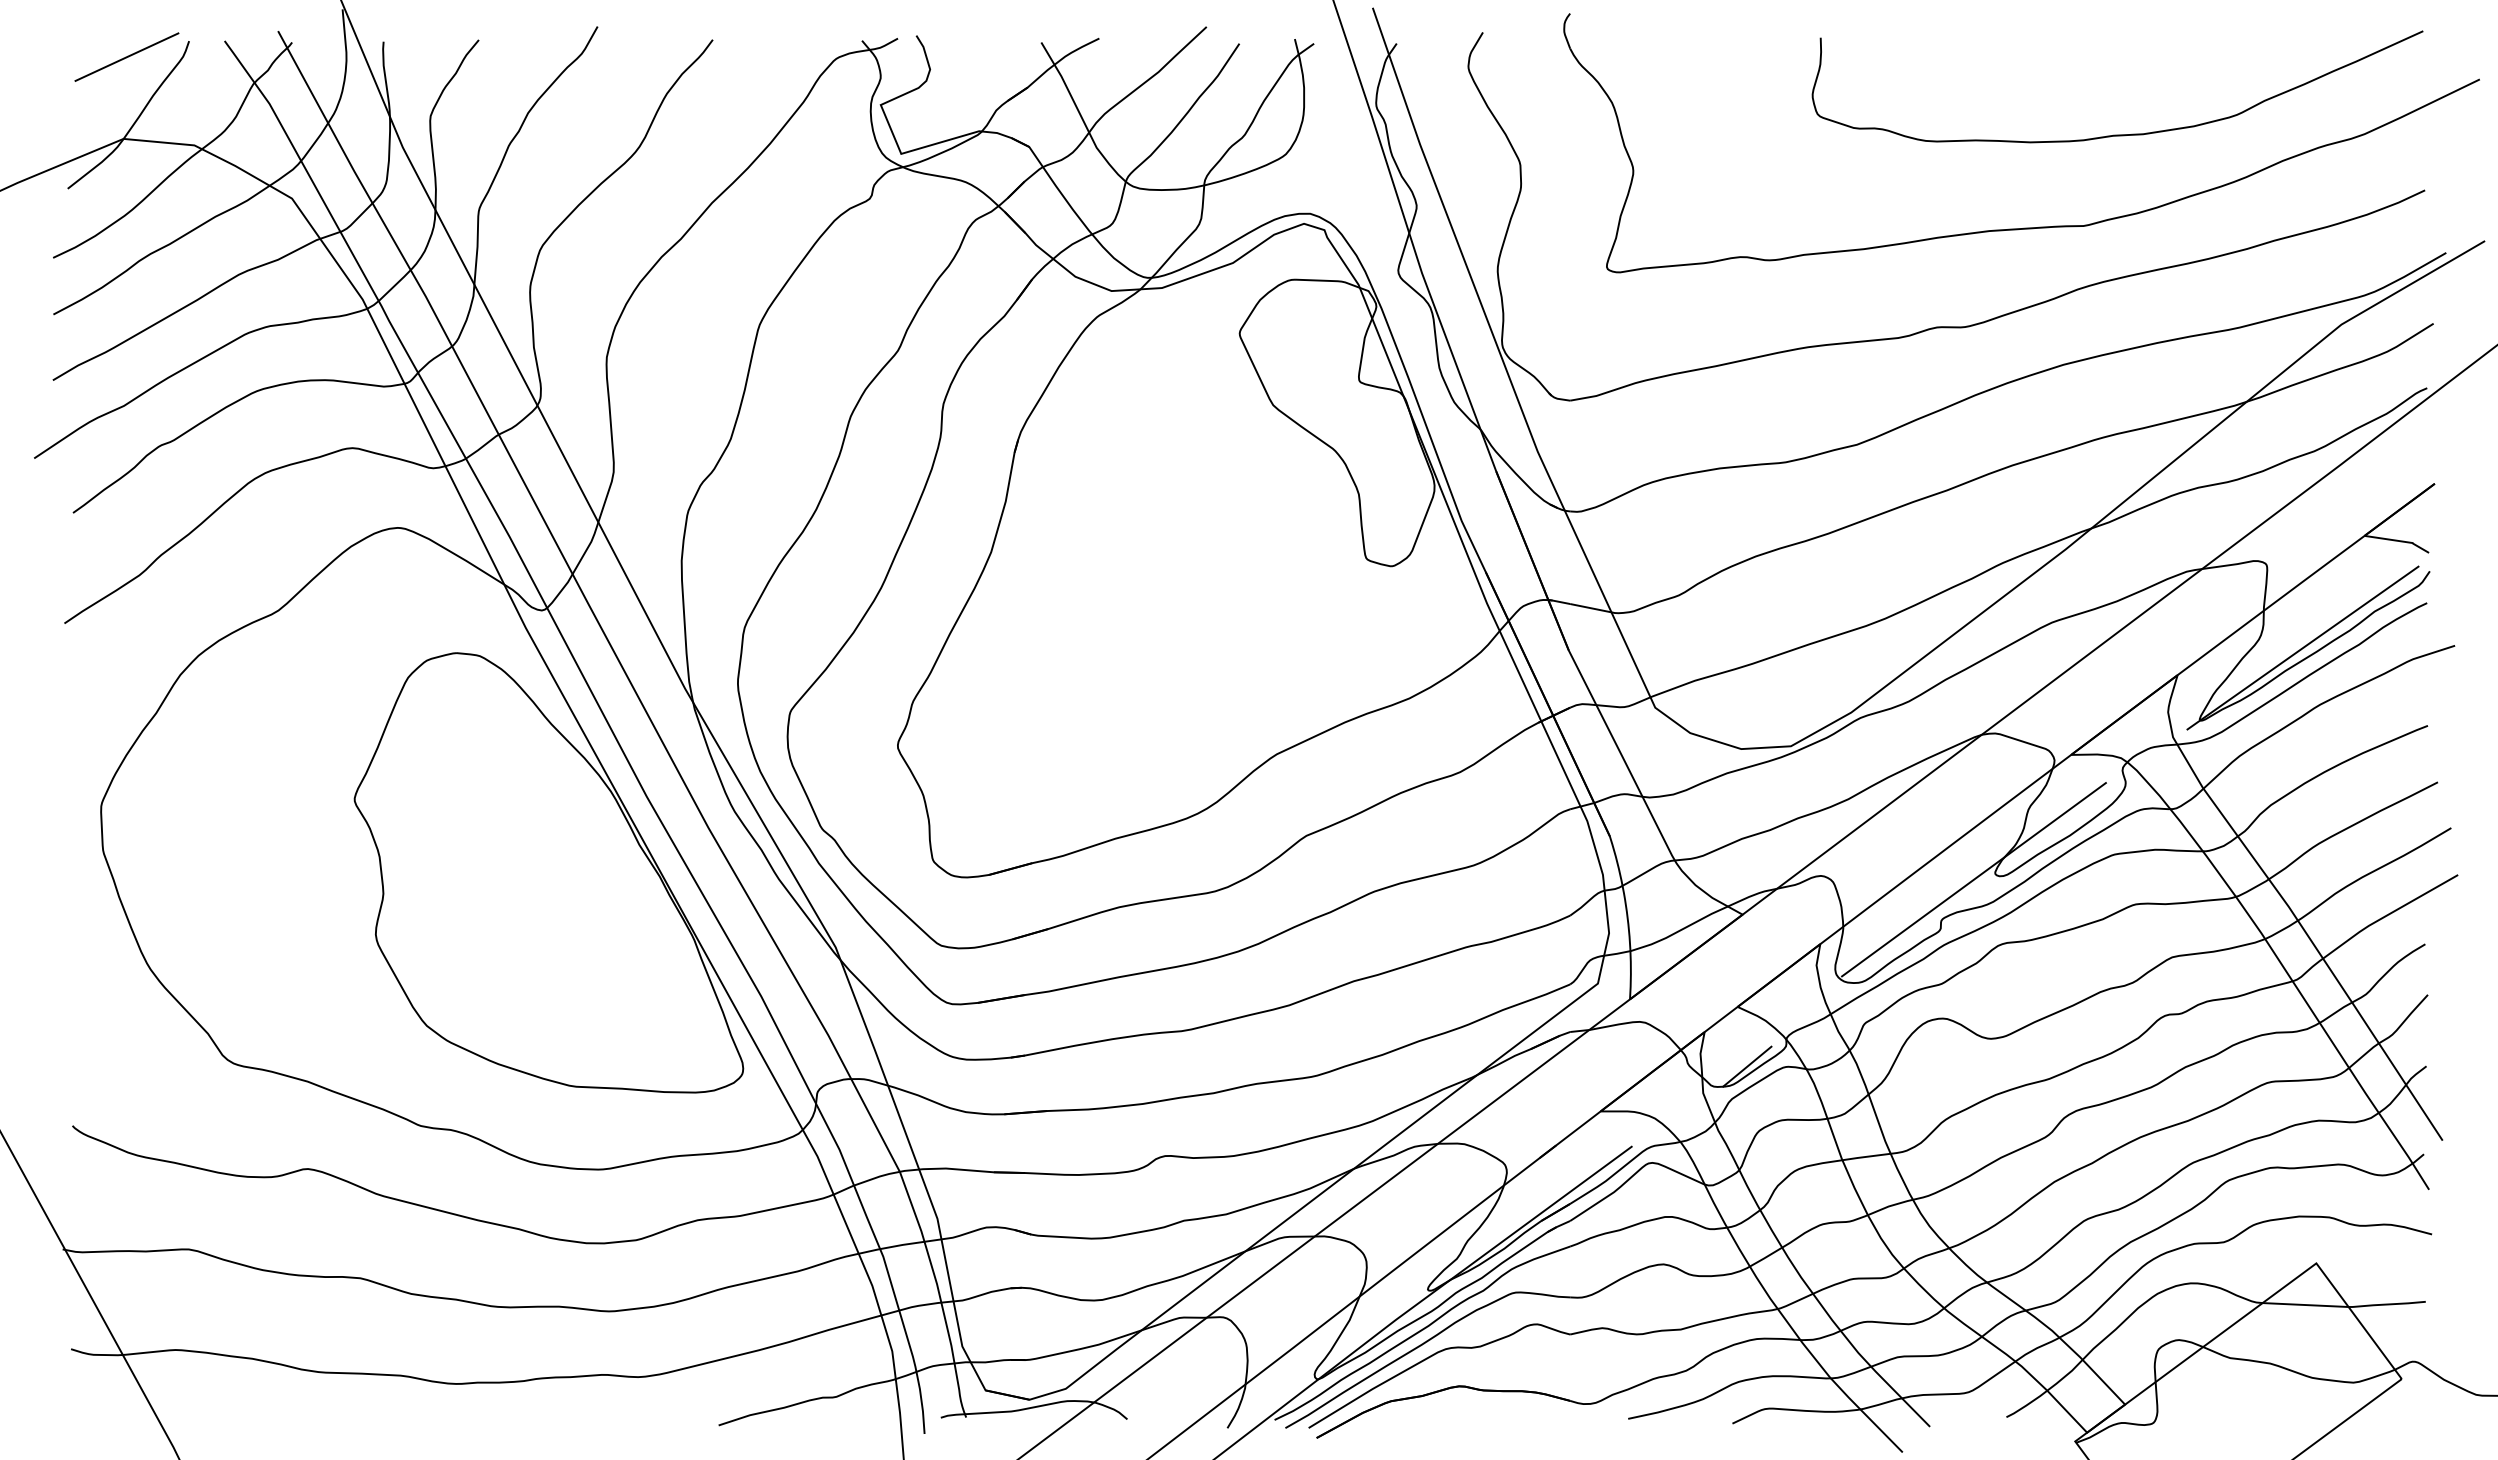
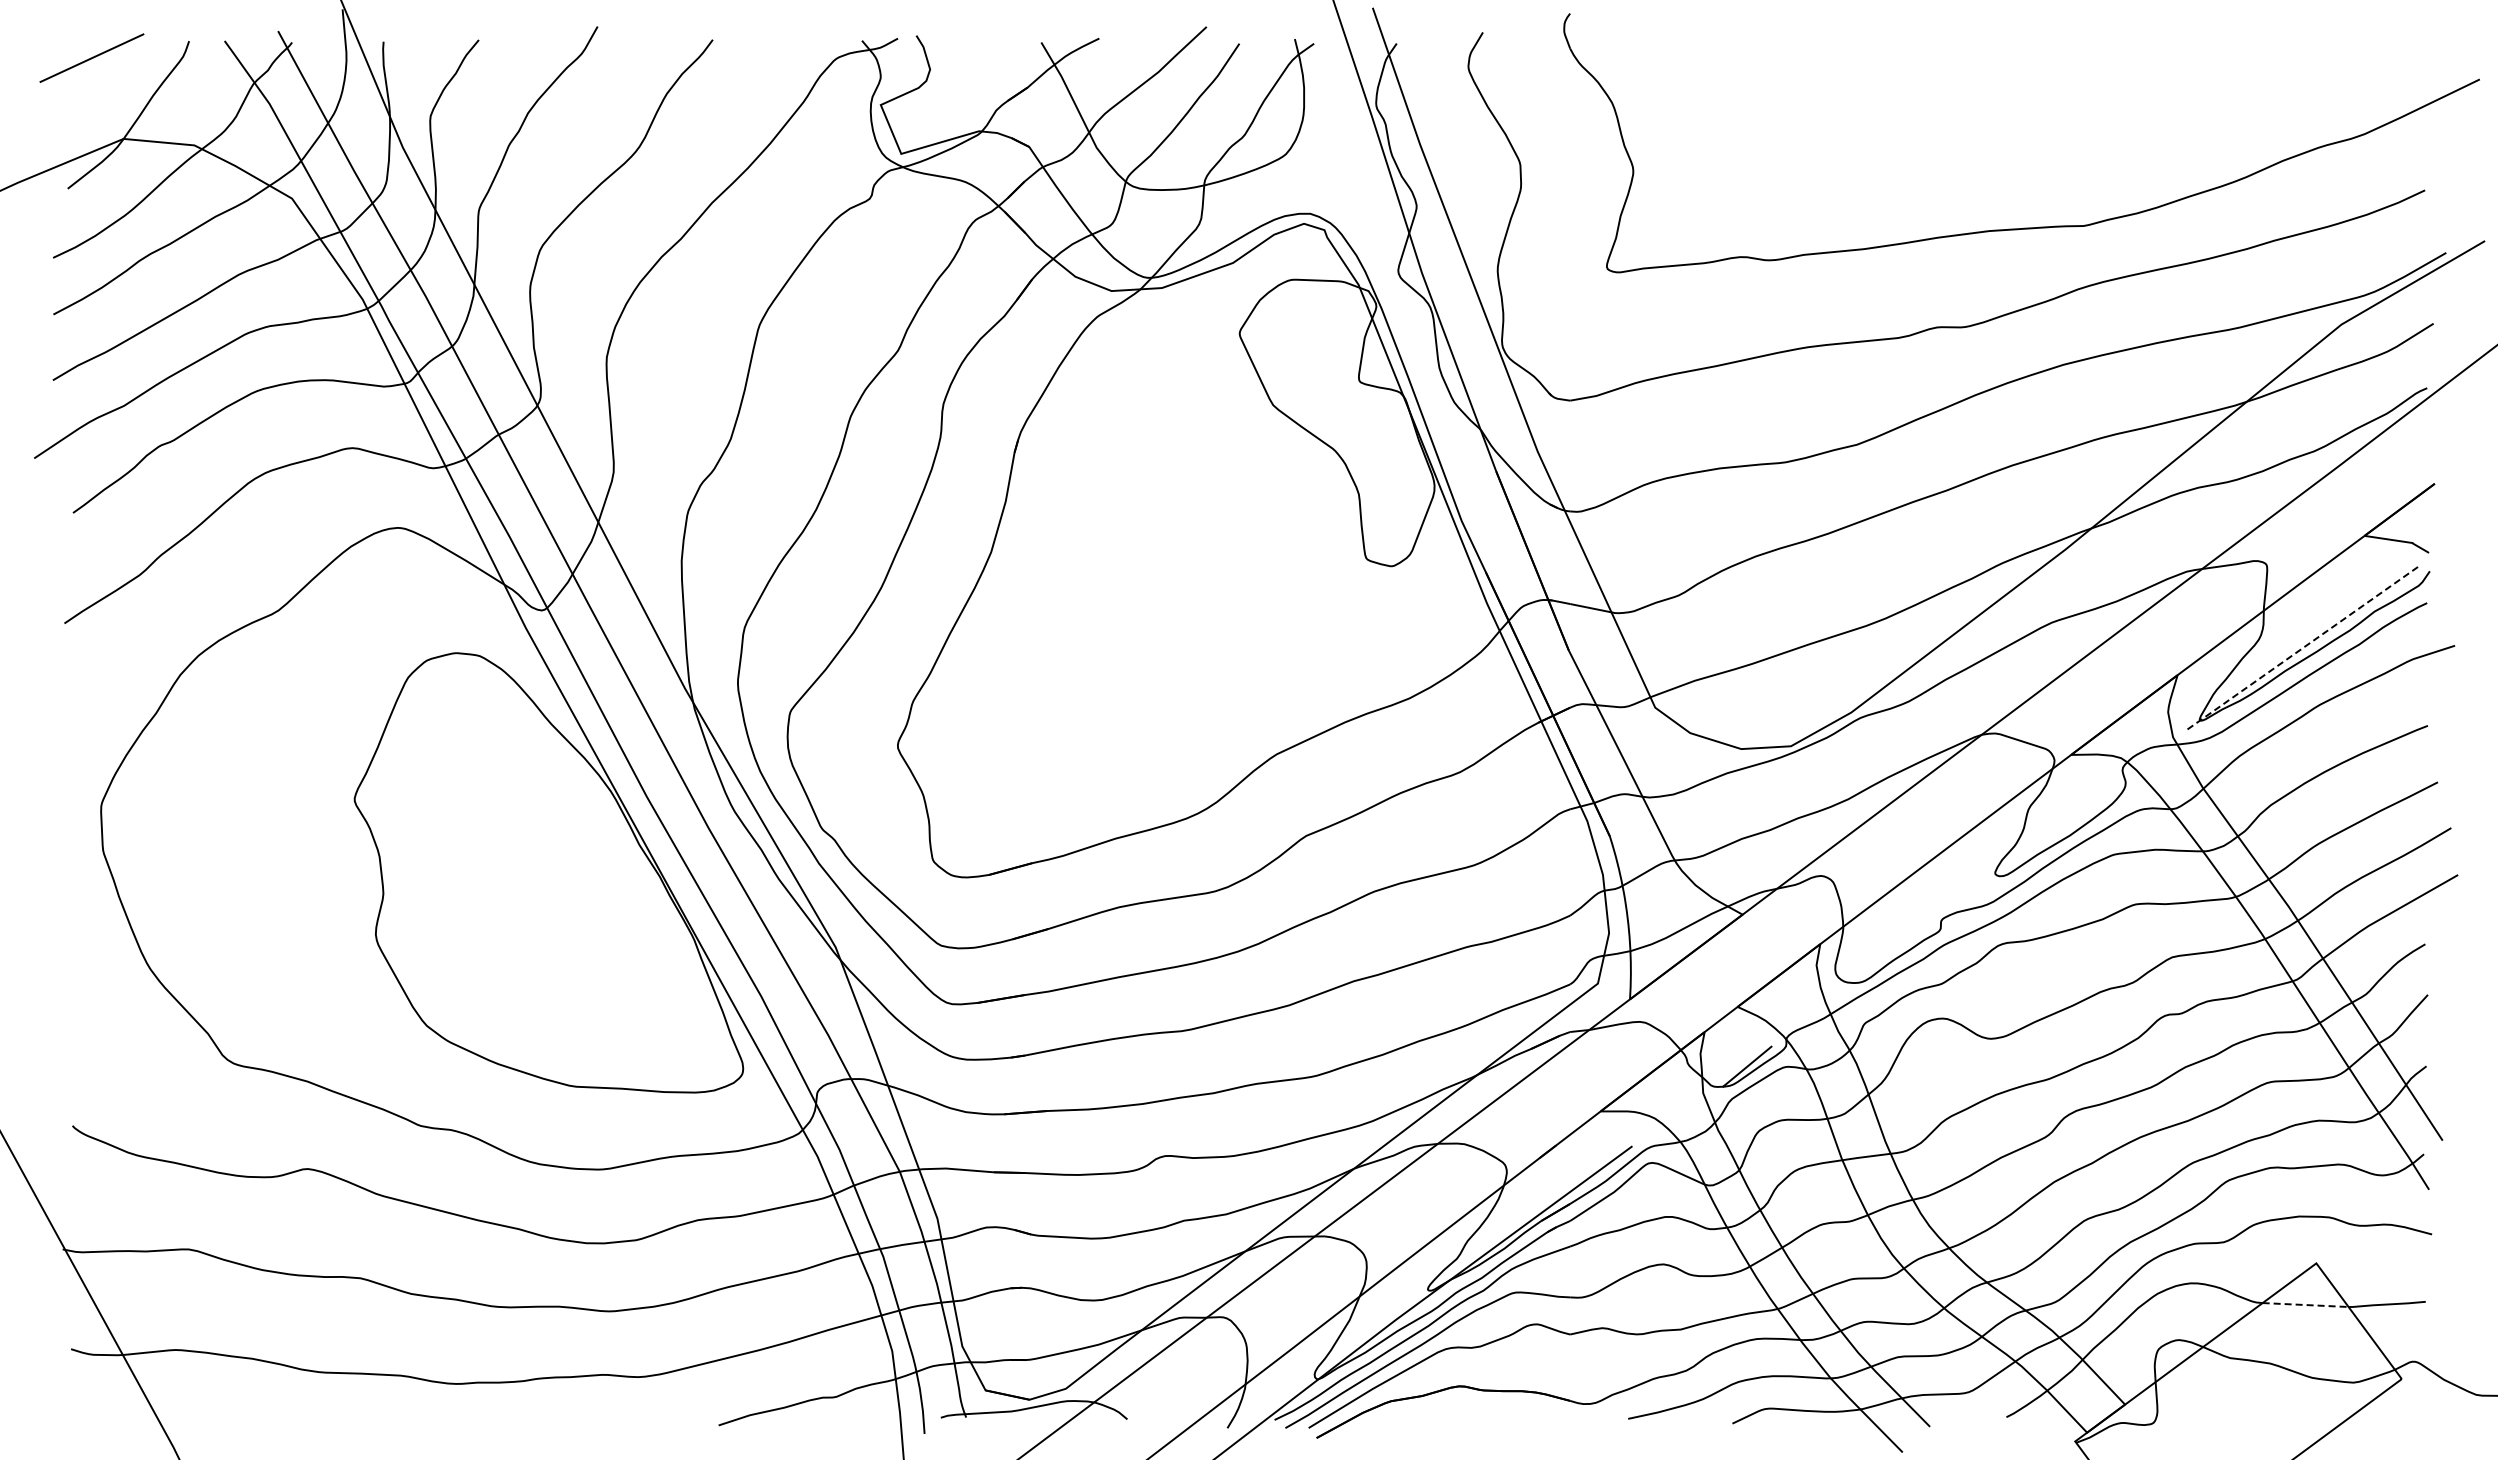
line at (126, 56) position: (126, 56) -> (91, 57)
curve at (2117, 134): present -> none
line at (2303, 647): solid -> dashed
line at (1973, 879): present -> none
line at (2306, 1305): solid -> dashed
